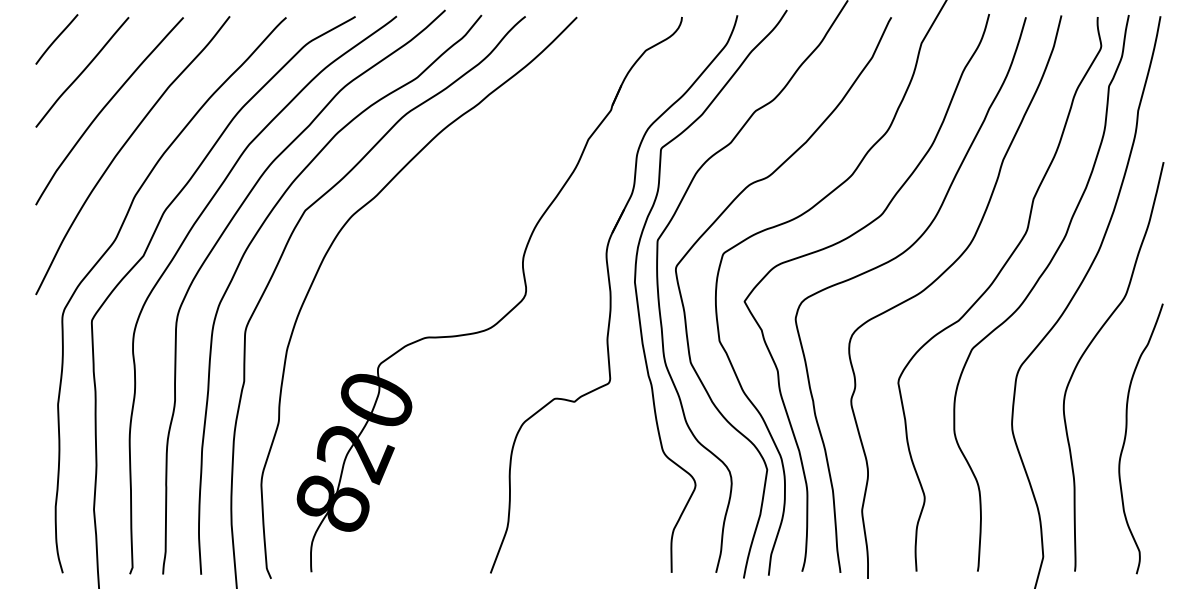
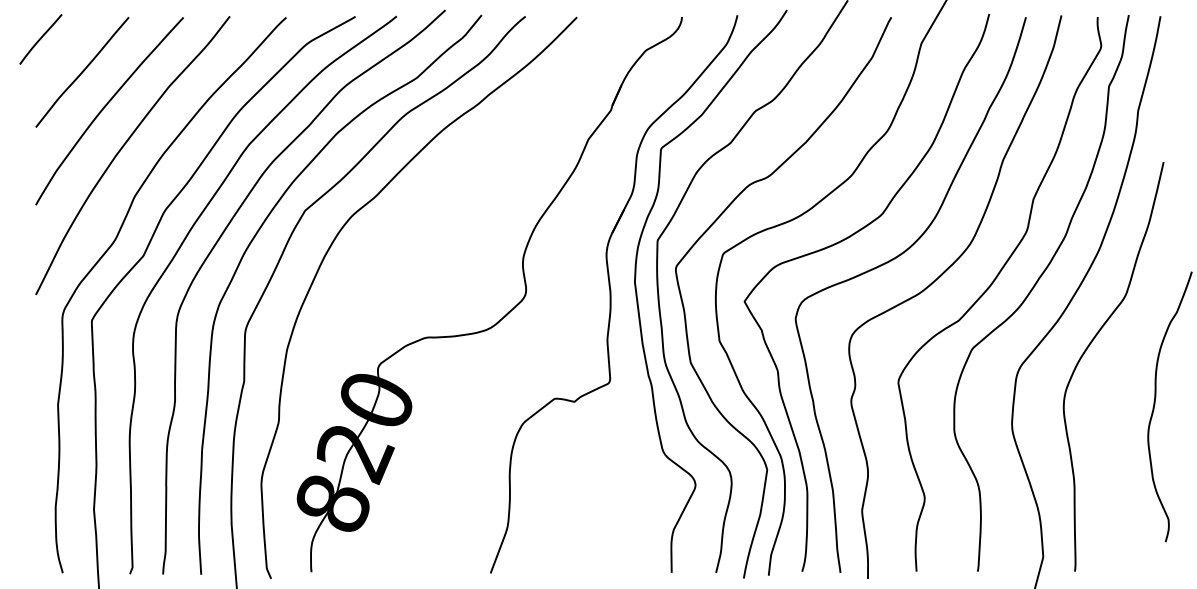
curve at (56, 39) position: (56, 39) -> (40, 39)
curve at (1126, 437) position: (1126, 437) -> (1155, 405)
